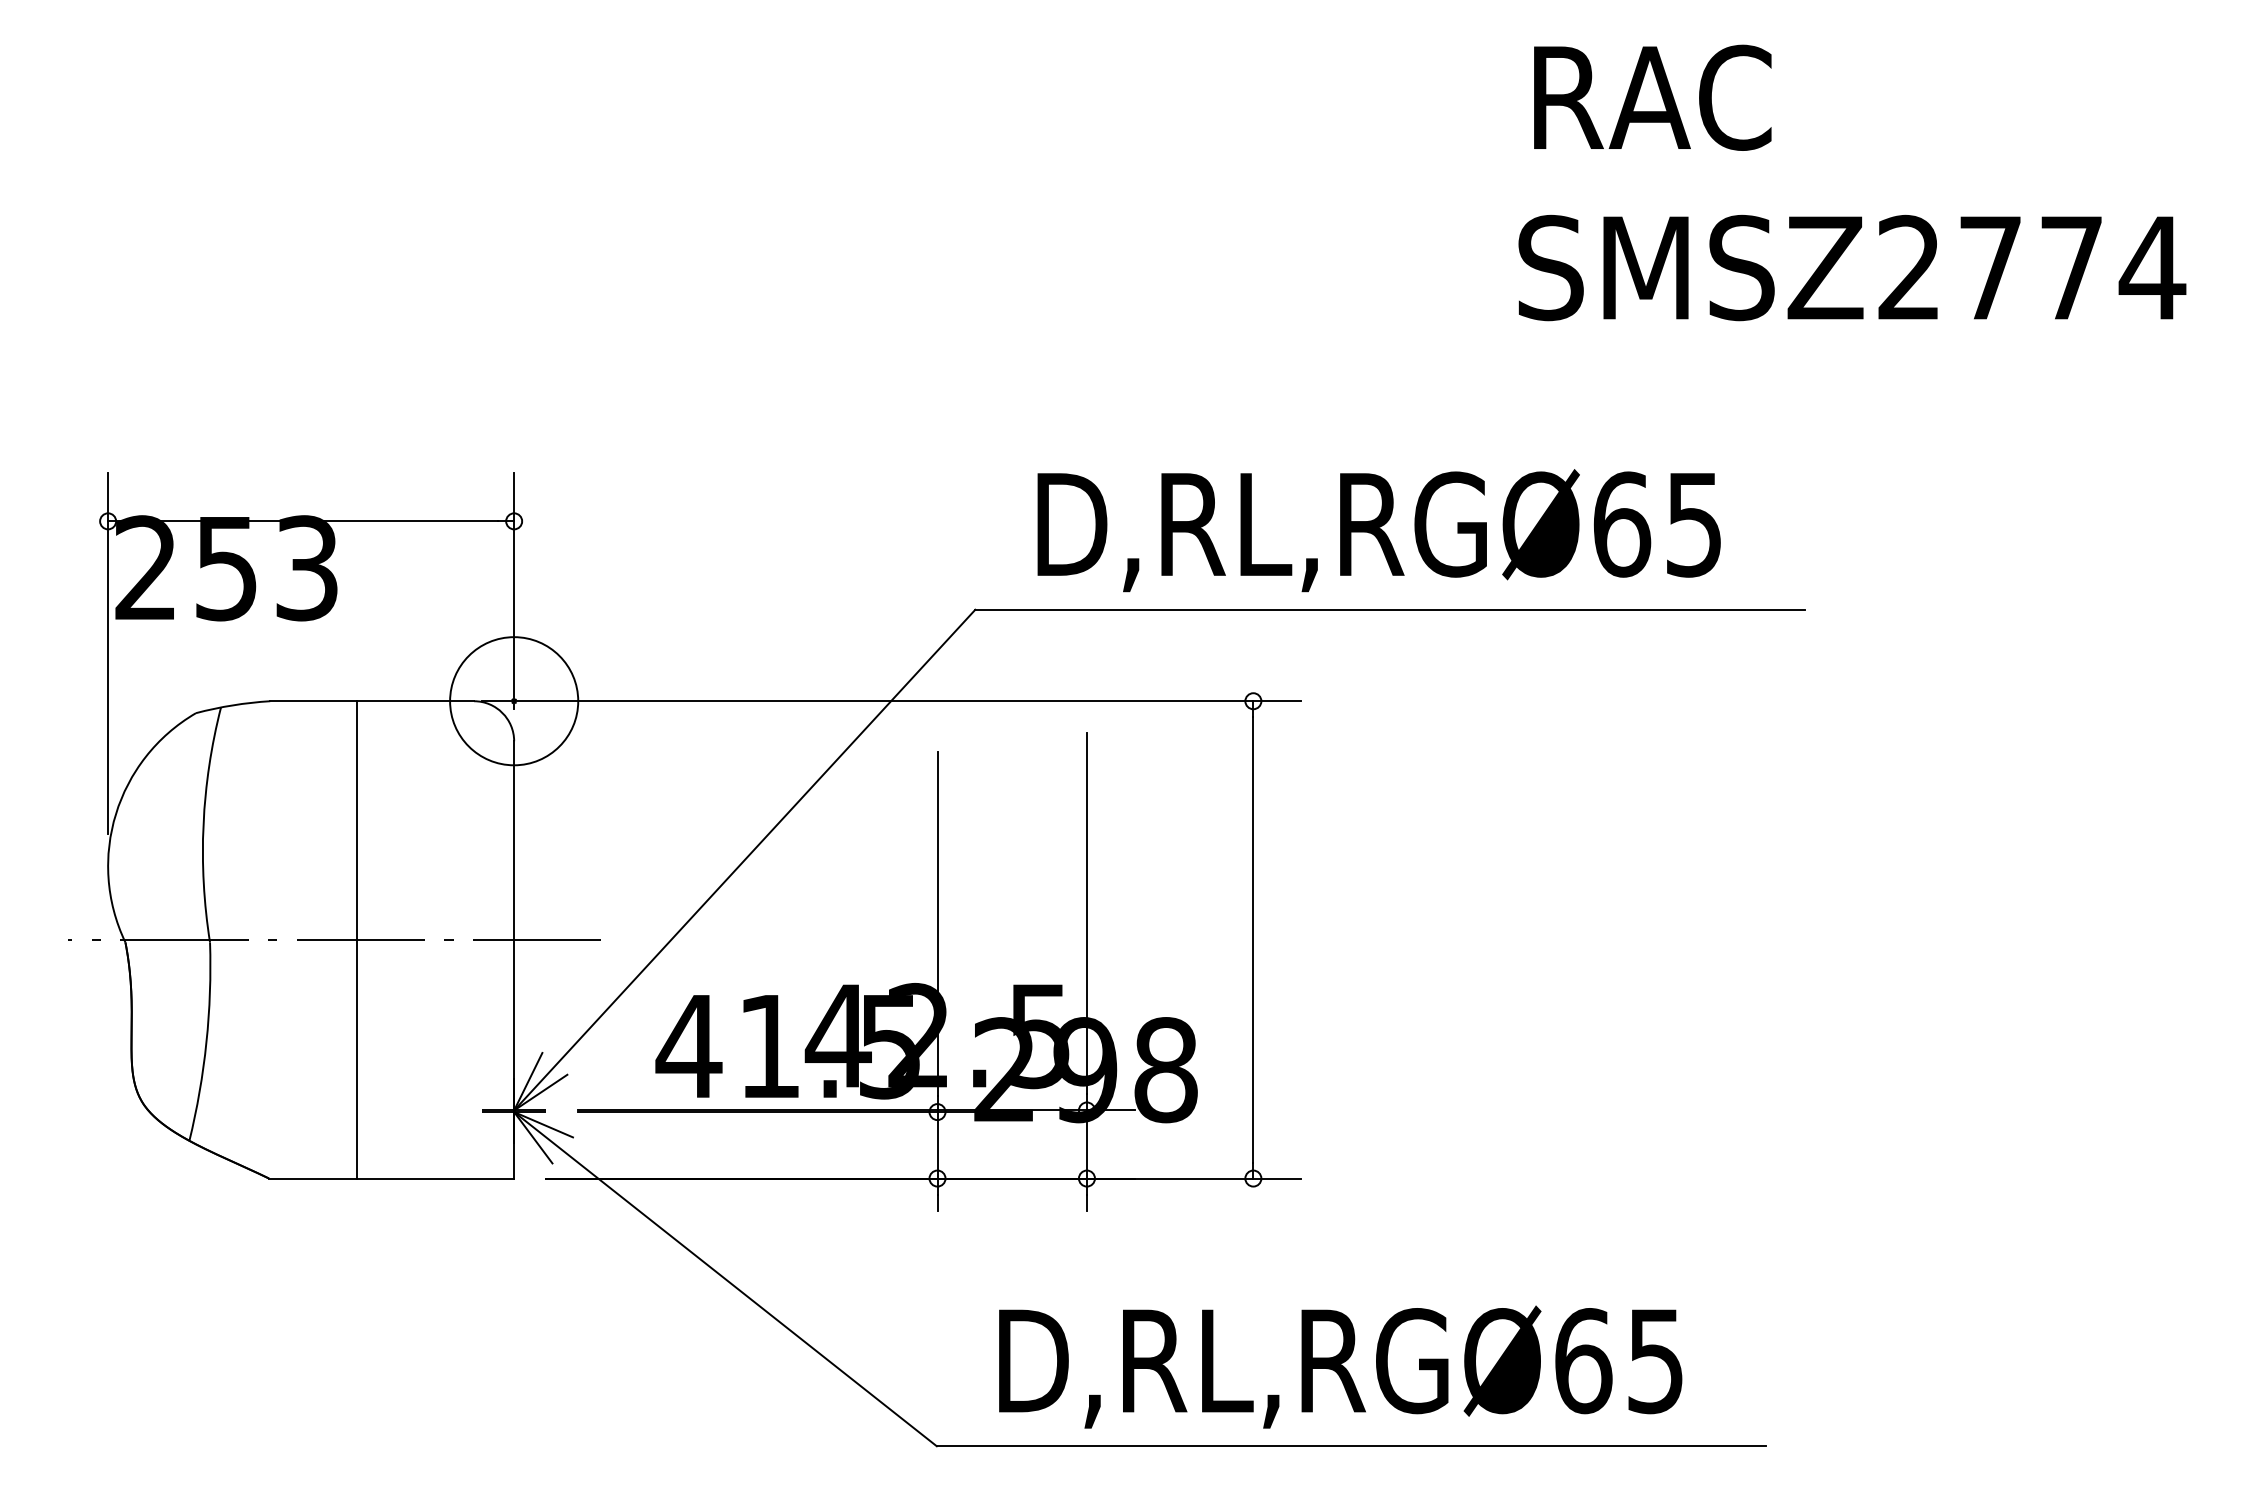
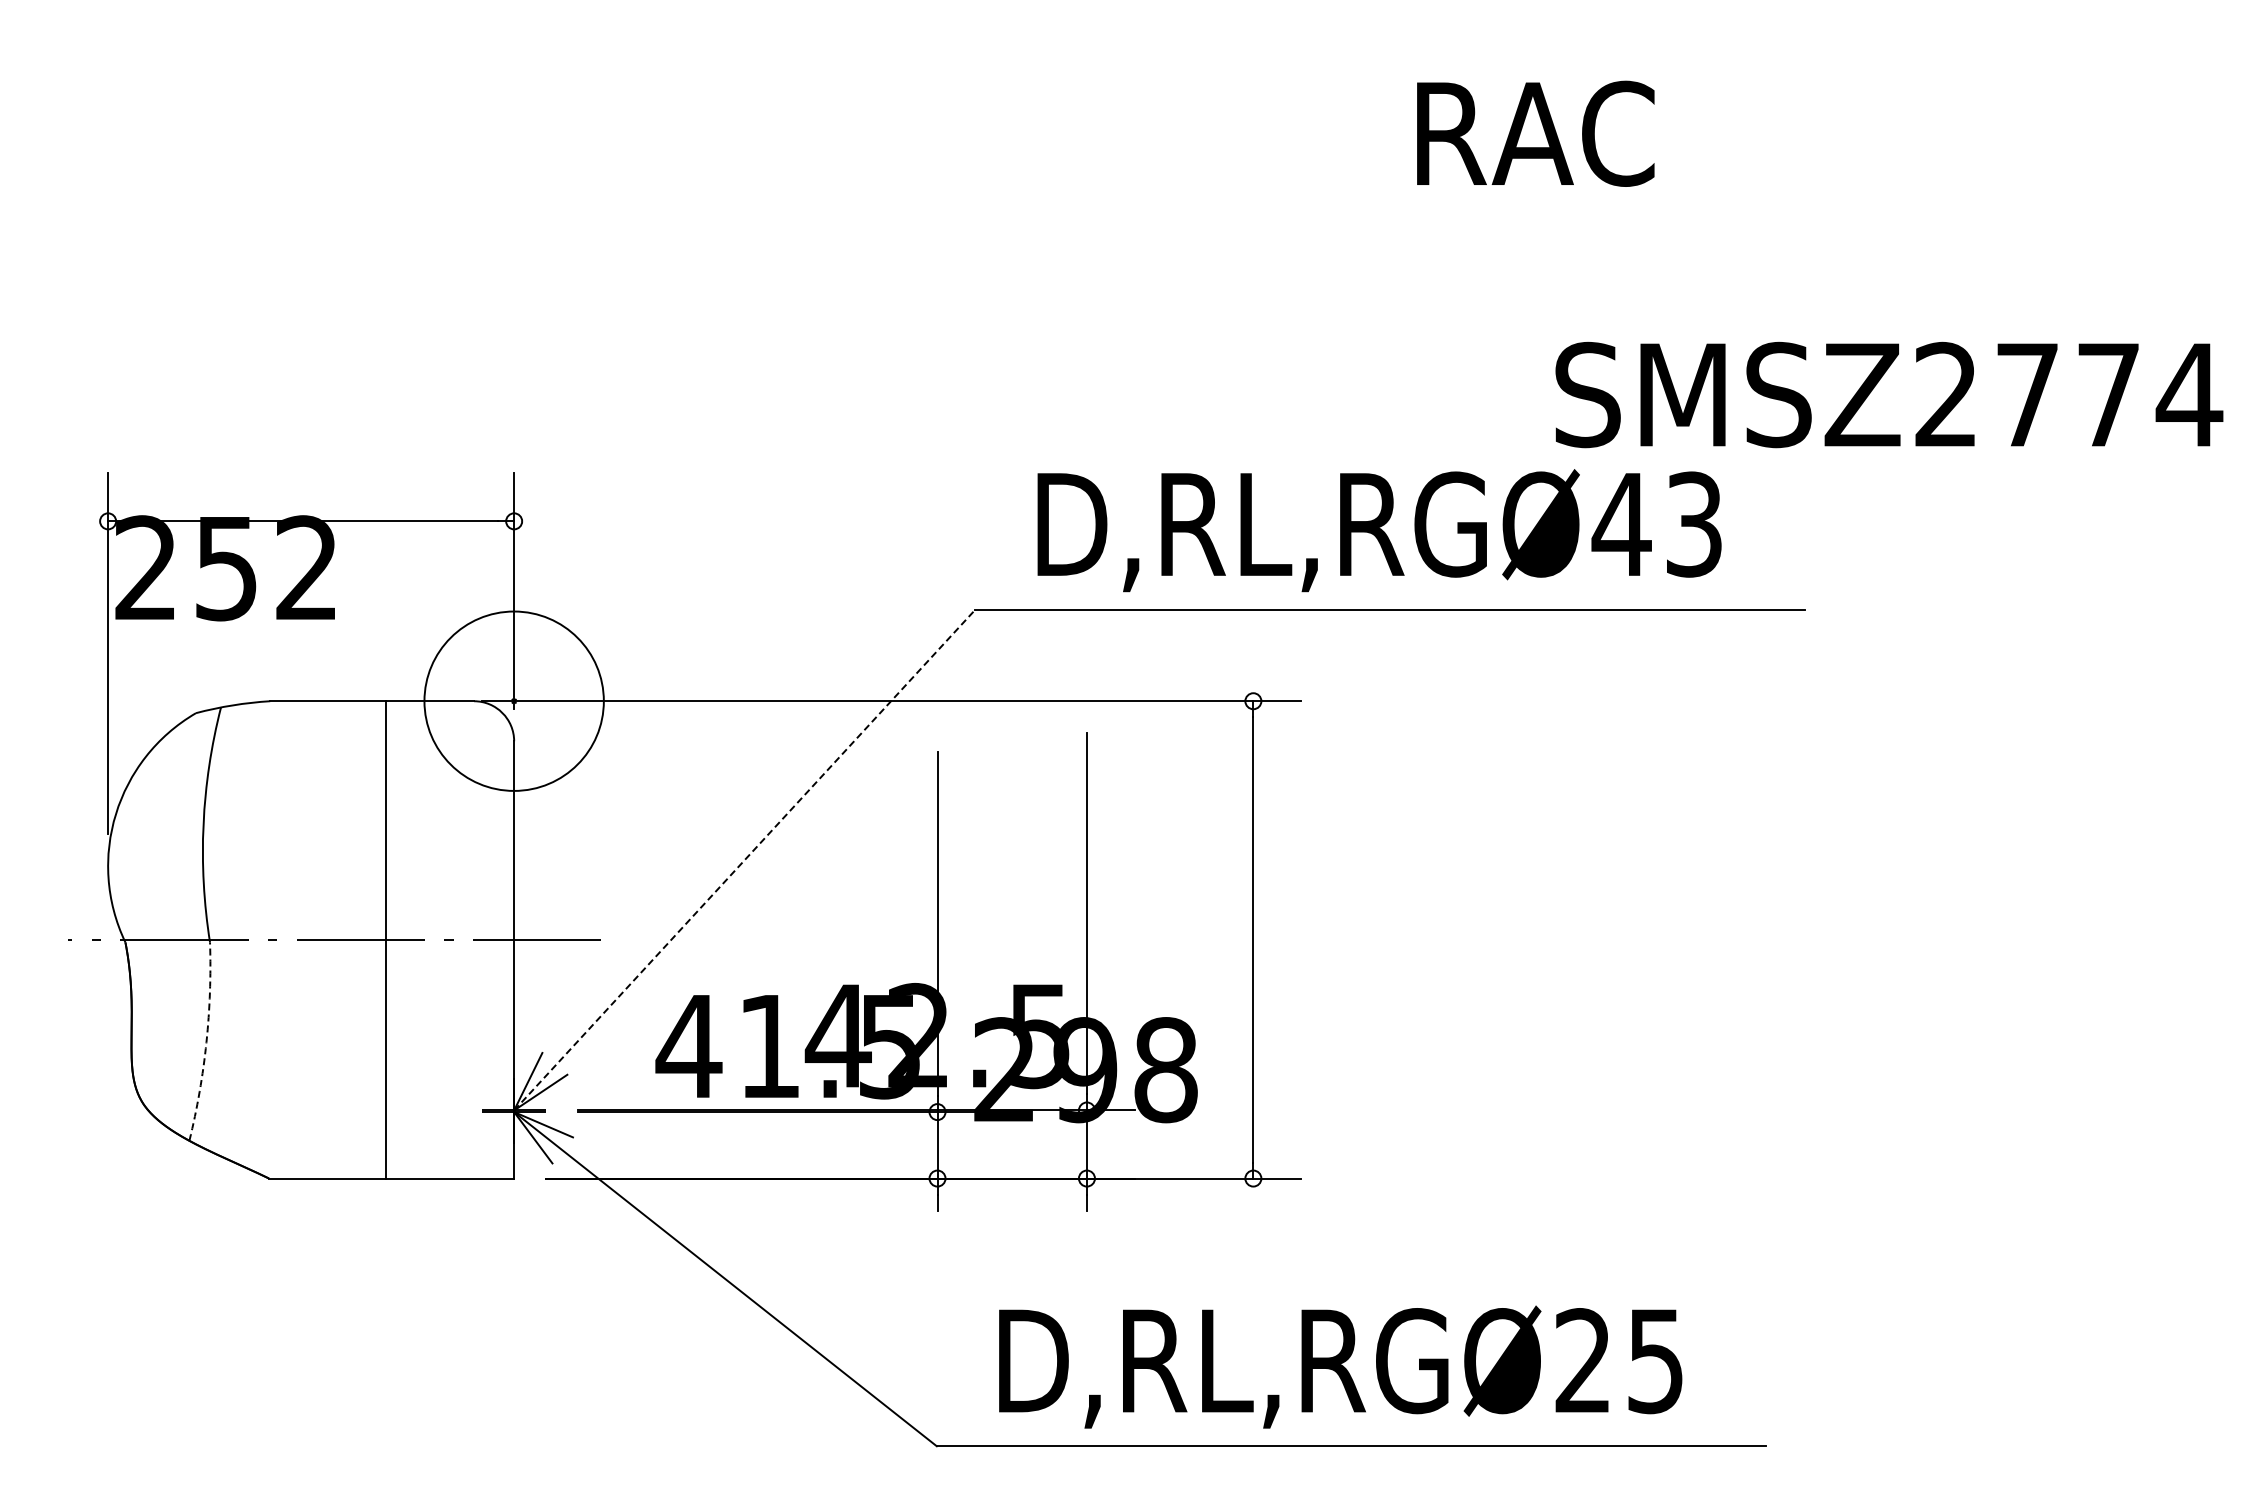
text at (1652, 97) position: (1652, 97) -> (1535, 133)
text at (1852, 267) position: (1852, 267) -> (1889, 394)
text at (1656, 524): D,RL,RGØ65 -> D,RL,RGØ43
text at (306, 568): 253 -> 252
circle at (514, 701) diameter: 128 px -> 179 px
line at (745, 859): solid -> dashed
line at (357, 939) position: (357, 939) -> (386, 939)
arc at (206, 1042): solid -> dashed
text at (1583, 1361): D,RL,RGØ65 -> D,RL,RGØ25
